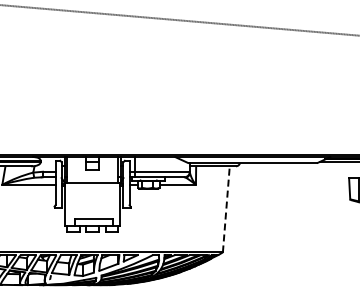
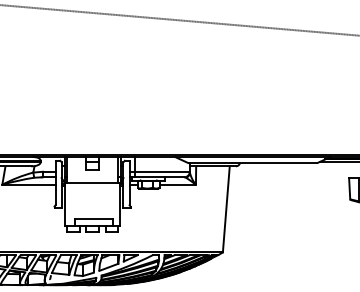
line at (226, 208): dashed -> solid
